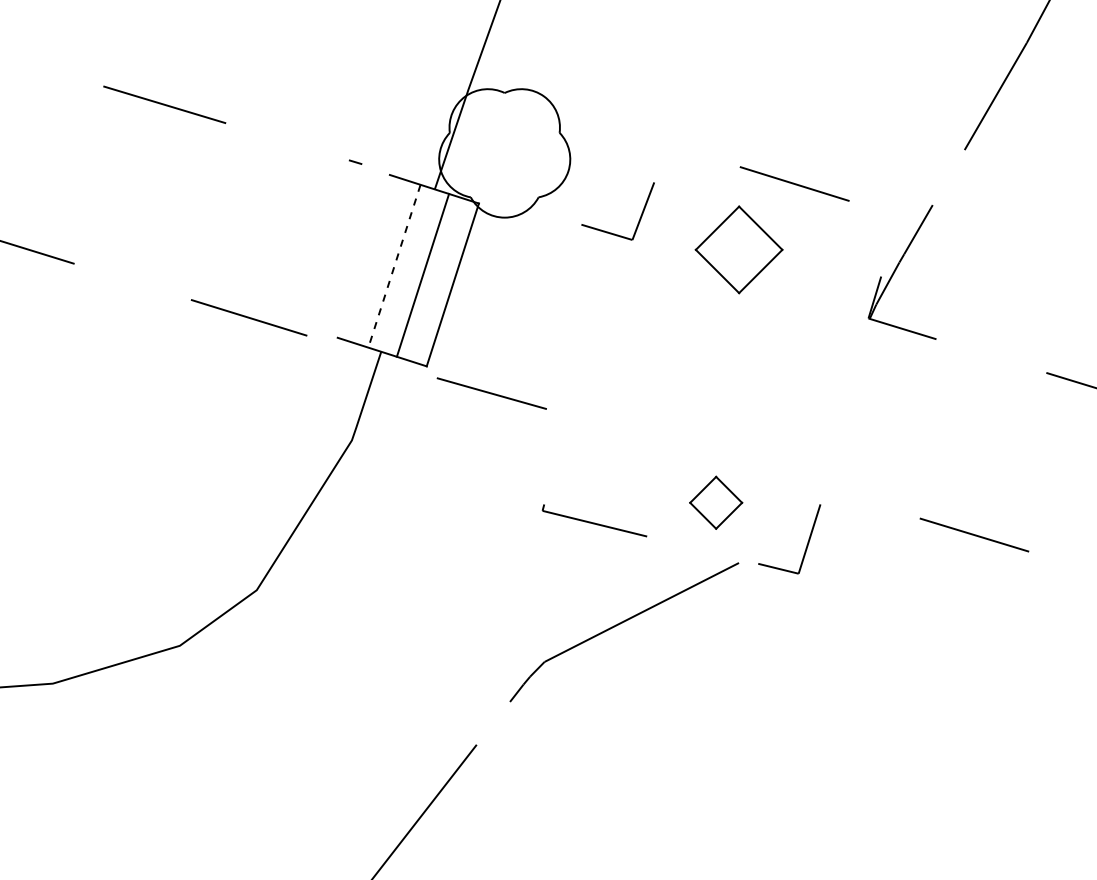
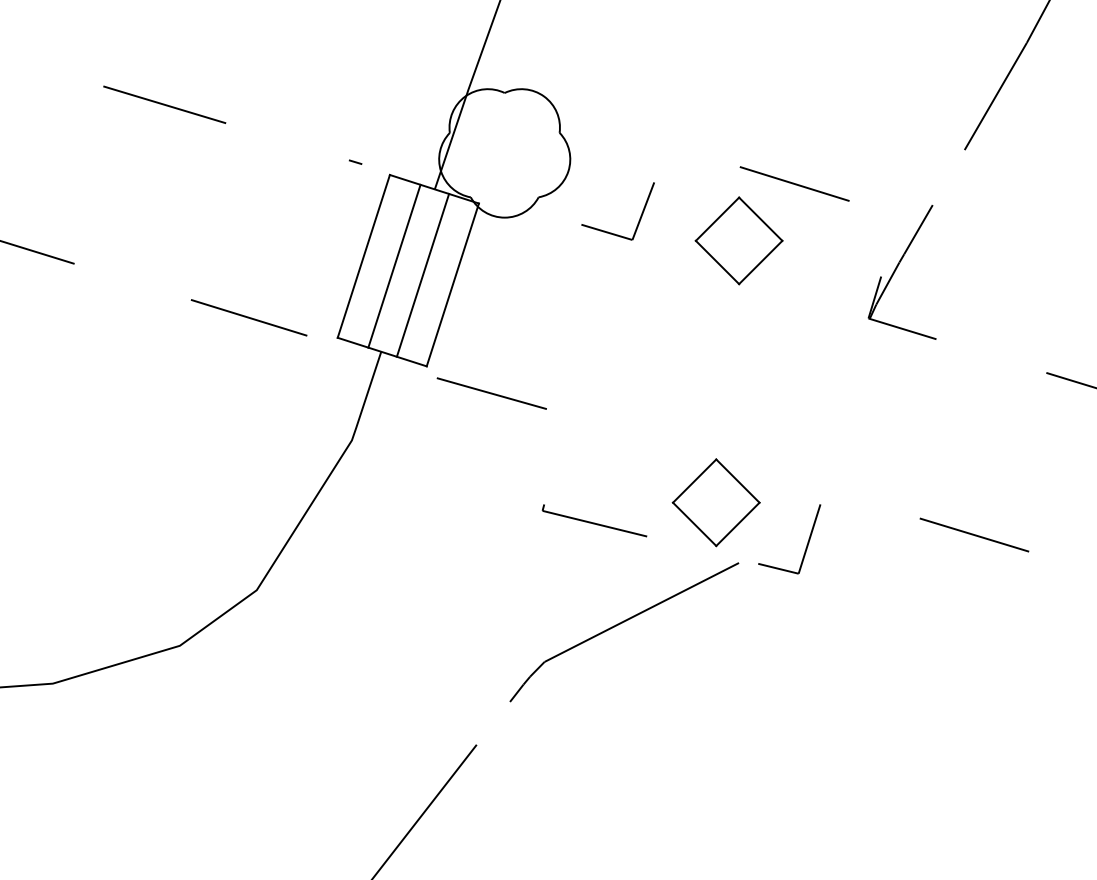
part at (738, 249) position: (738, 249) -> (738, 240)
line at (363, 255): none -> present
line at (394, 266): dashed -> solid
part at (716, 502) size: 55x55 px -> 90x90 px
